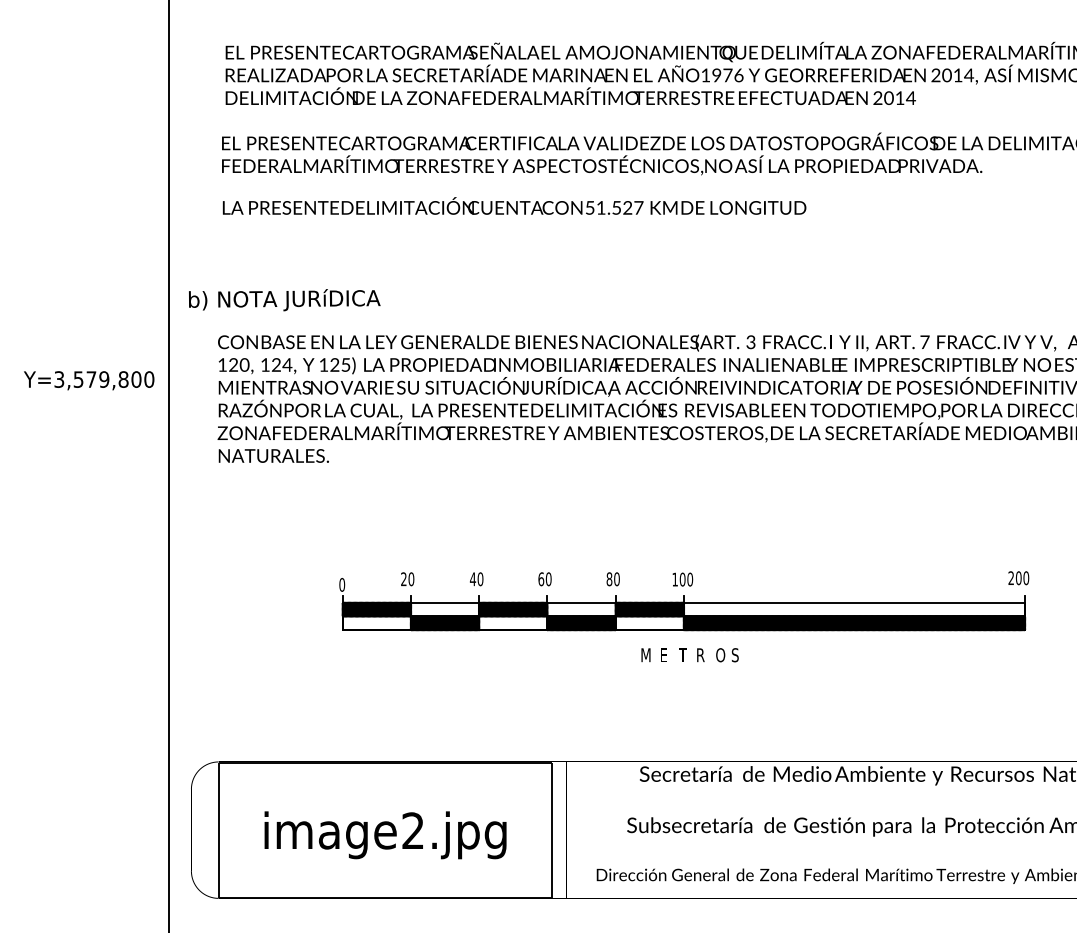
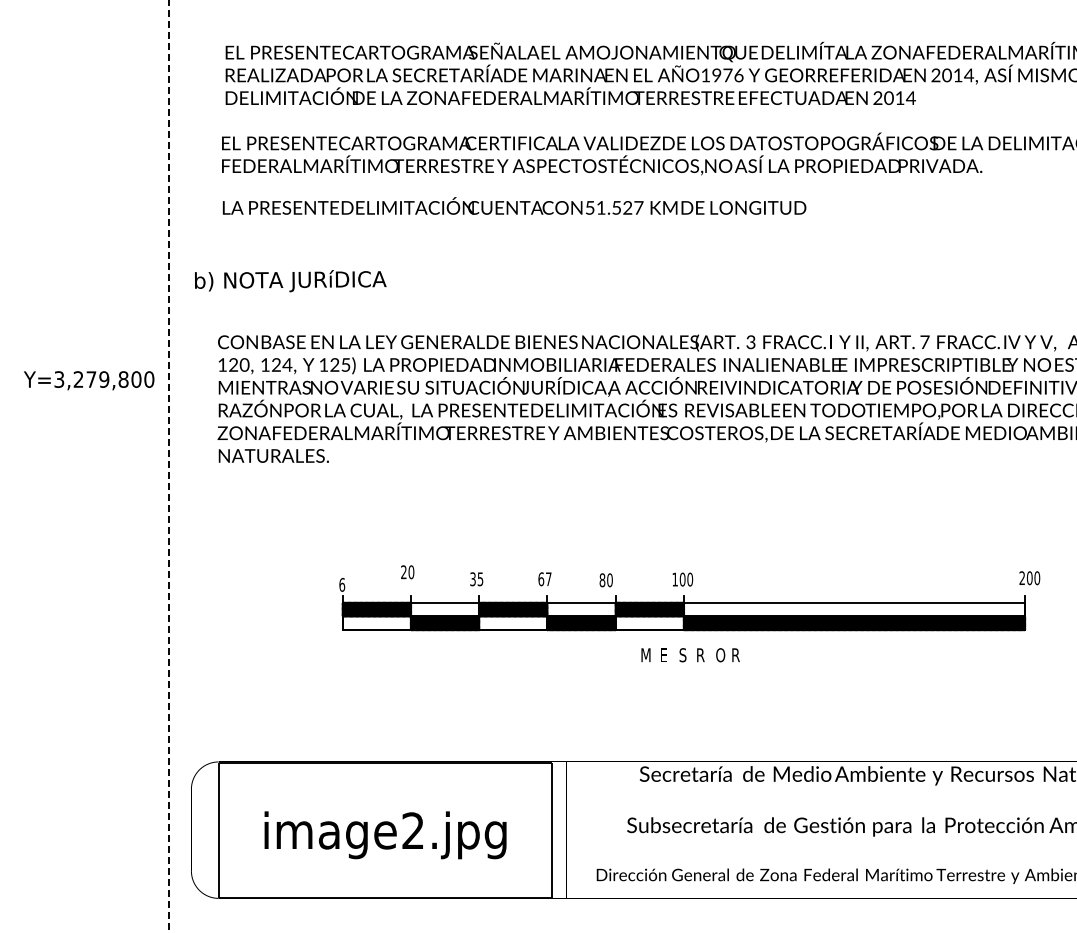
text at (284, 300) position: (284, 300) -> (290, 281)
text at (78, 379): Y=3,579,800 -> Y=3,279,800
line at (168, 466): solid -> dashed
text at (1018, 578) position: (1018, 578) -> (1029, 578)
text at (407, 579) position: (407, 579) -> (407, 572)
text at (476, 579): 40 -> 35
text at (548, 579): 60 -> 67
text at (612, 579) position: (612, 579) -> (605, 580)
text at (342, 584): 0 -> 6
text at (682, 655): T -> S
text at (735, 655): S -> R
